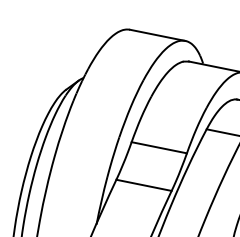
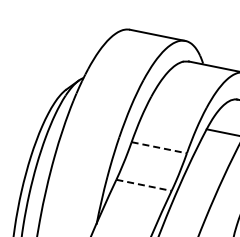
line at (159, 147): solid -> dashed
line at (144, 185): solid -> dashed
